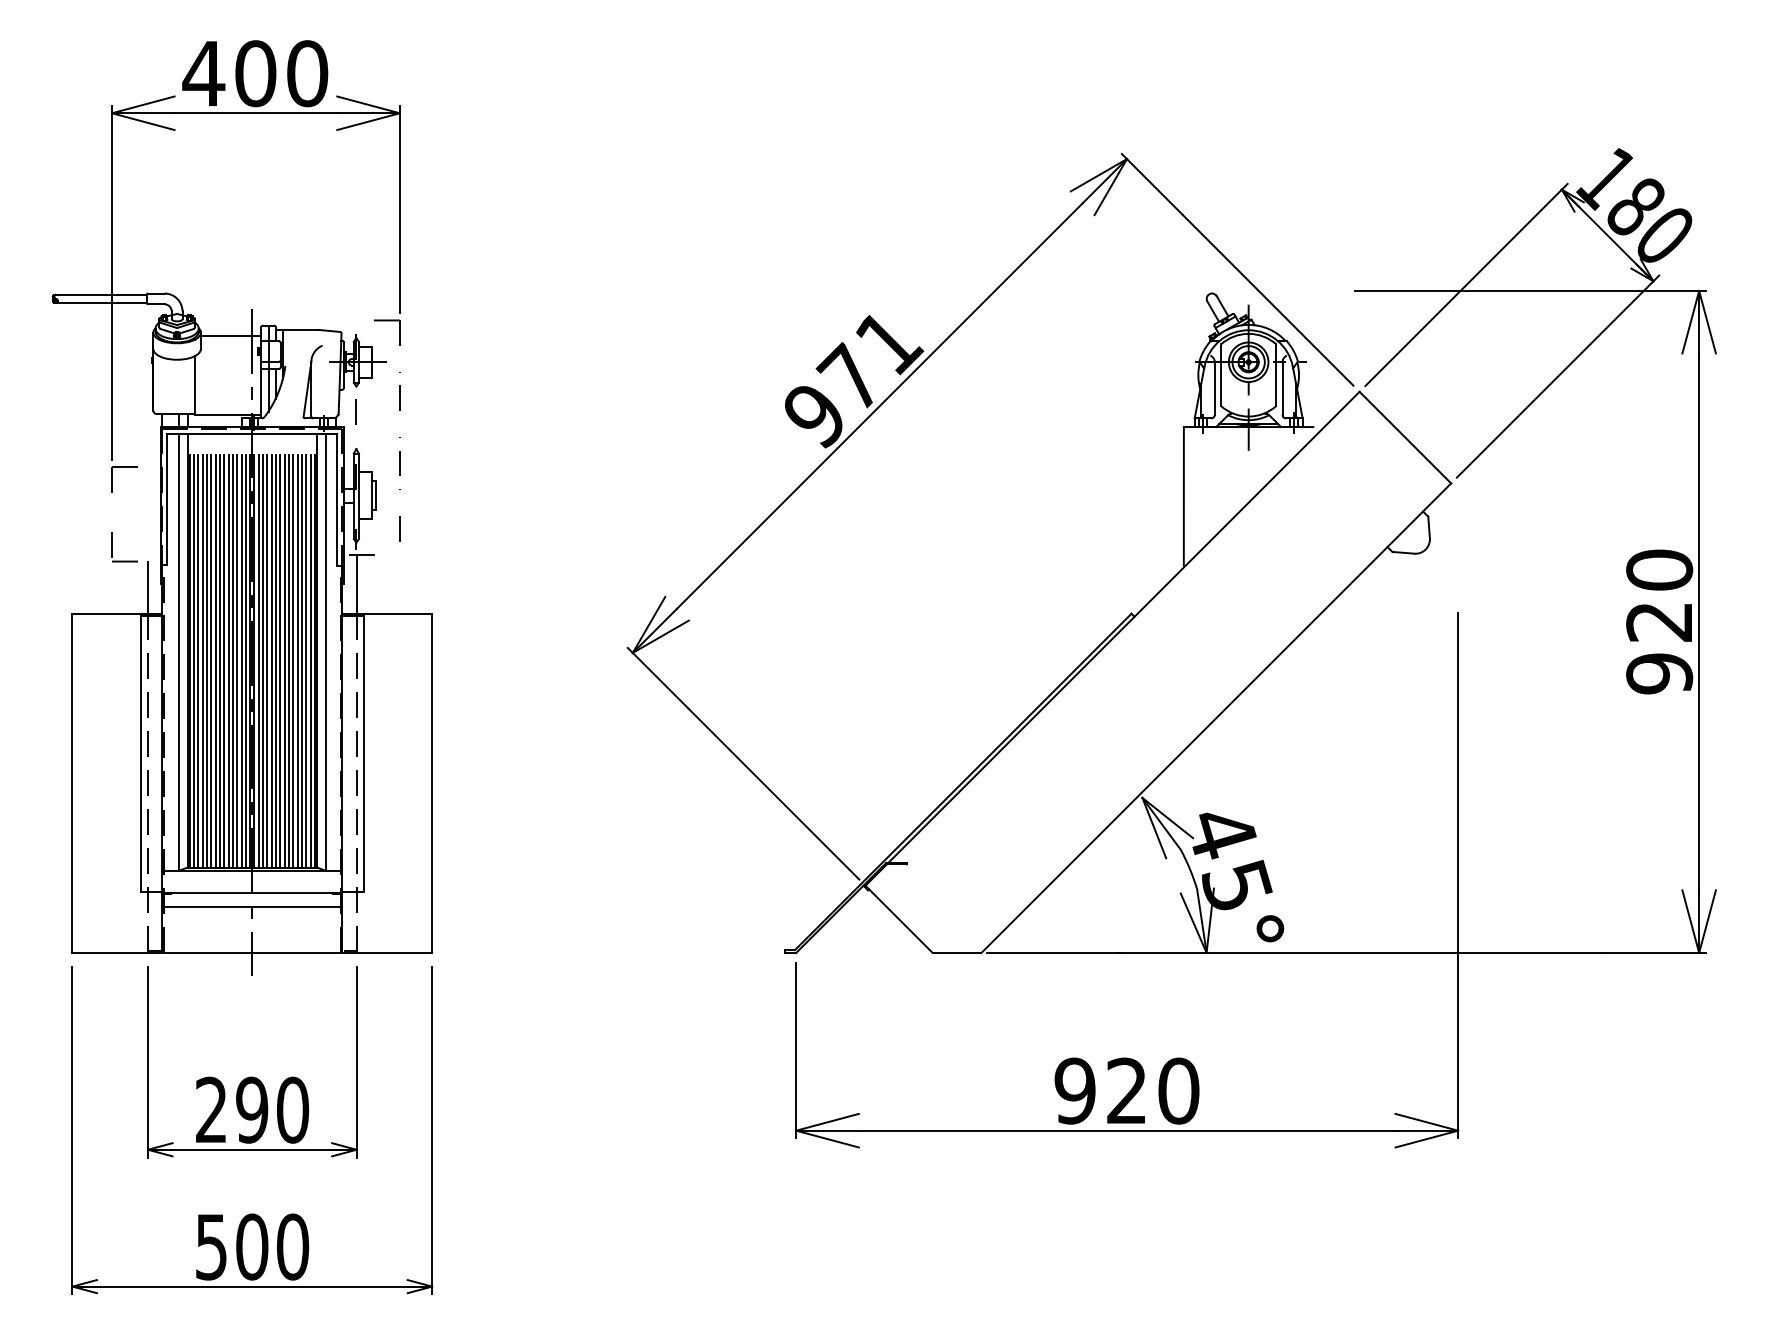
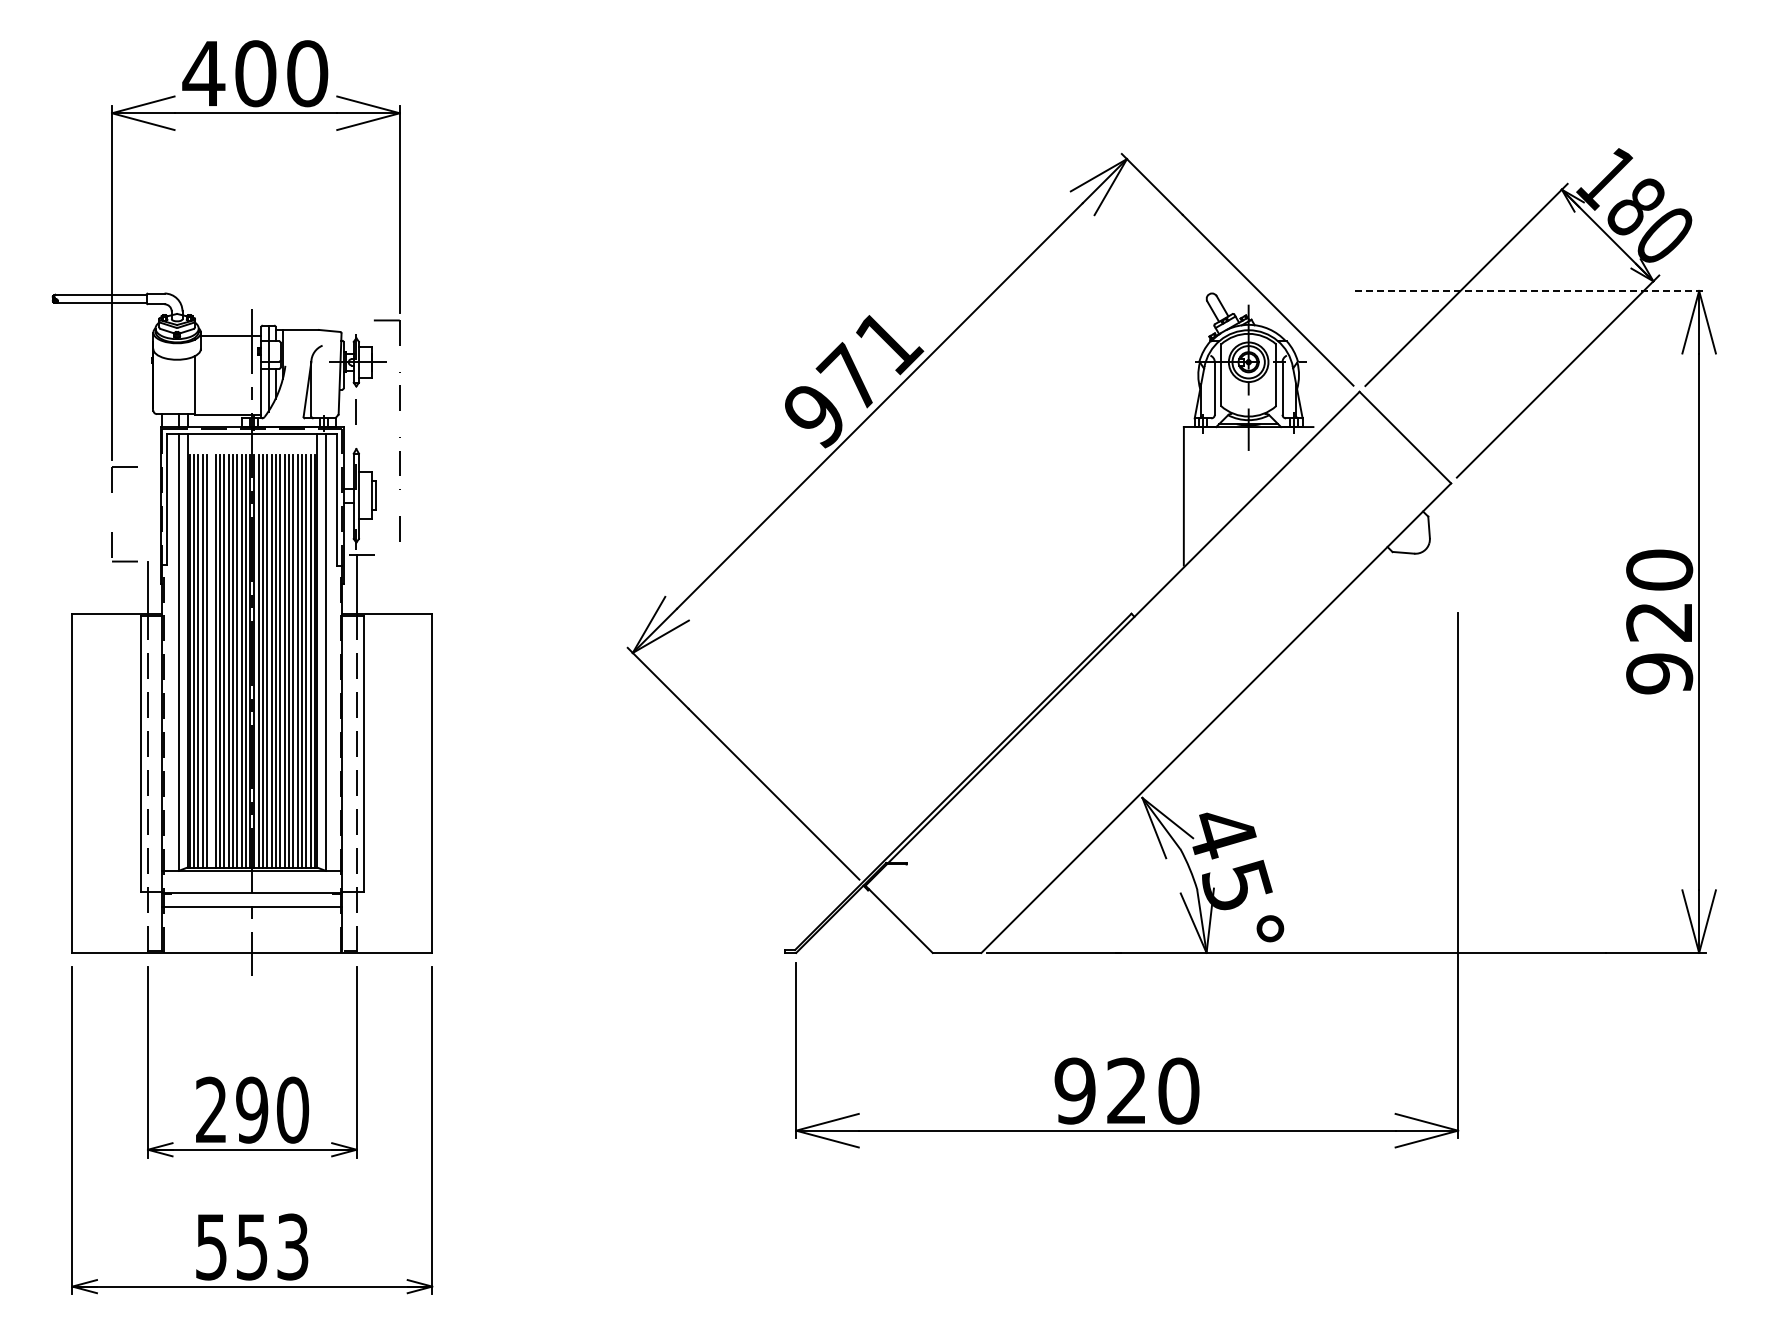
line at (1530, 290): solid -> dashed
line at (211, 660): present -> none
text at (272, 1246): 500 -> 553
